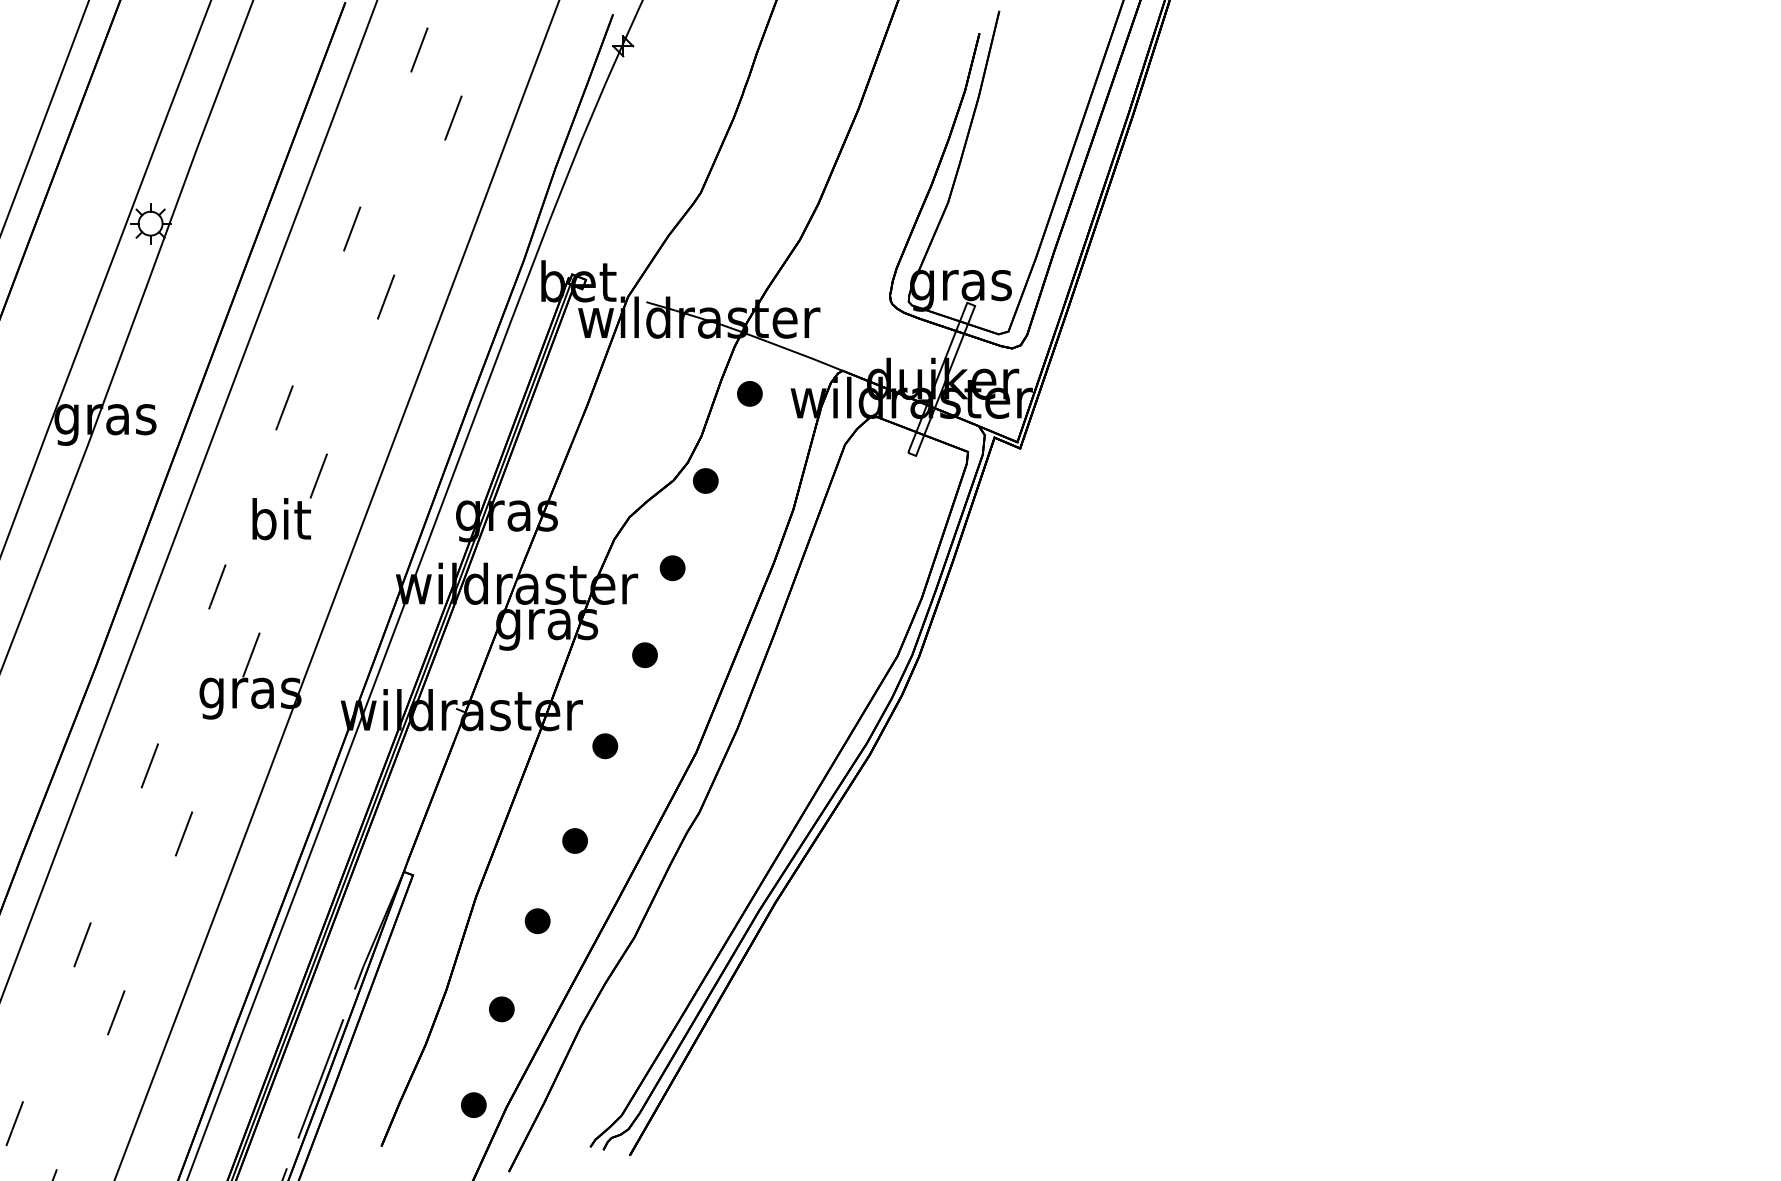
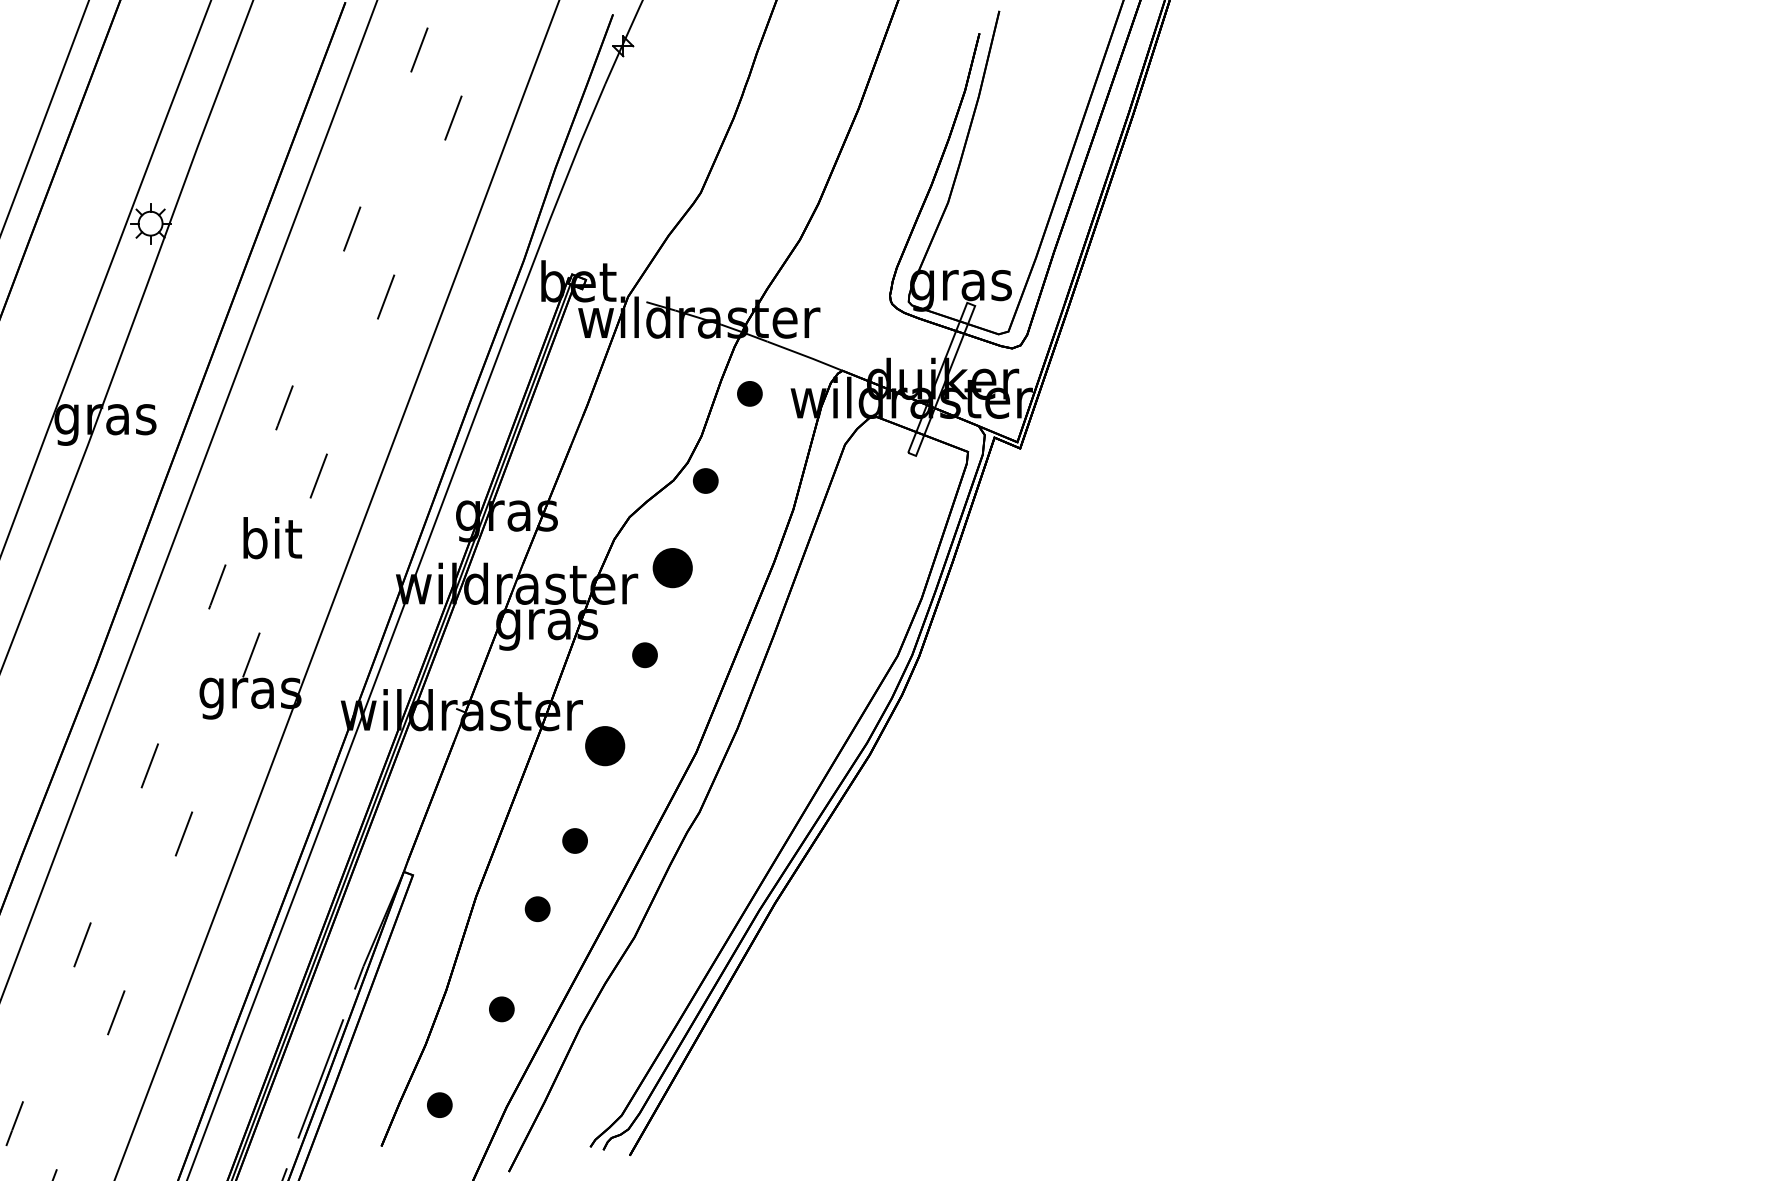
text at (281, 519) position: (281, 519) -> (272, 538)
part at (672, 568) size: 27x27 px -> 41x41 px
part at (605, 746) size: 27x27 px -> 41x41 px
part at (537, 921) position: (537, 921) -> (537, 909)
part at (473, 1104) position: (473, 1104) -> (439, 1104)
